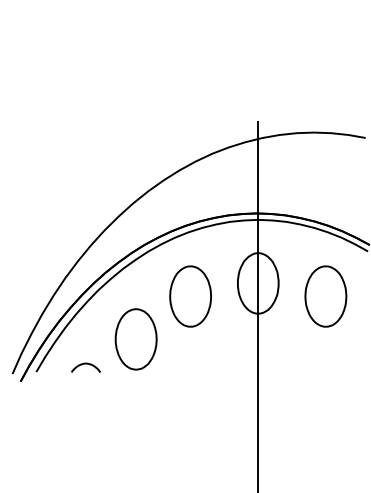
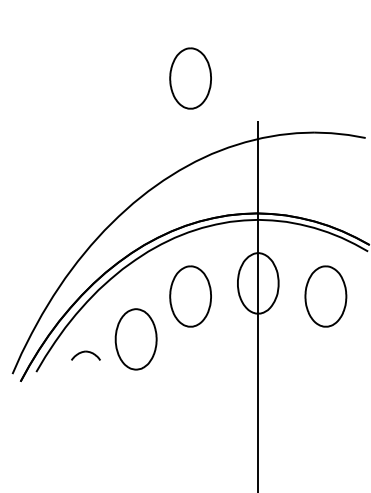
part at (190, 78): none -> present
part at (85, 367) position: (85, 367) -> (85, 355)
